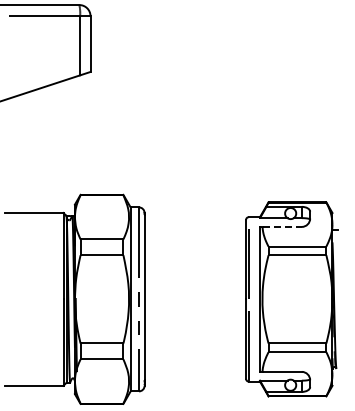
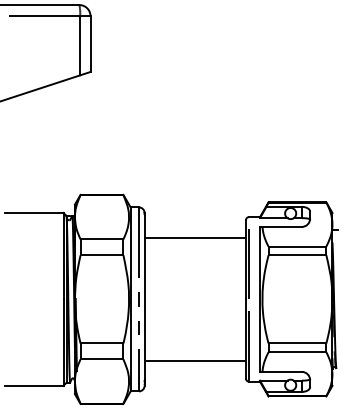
line at (282, 226): dashed -> solid
line at (195, 238): none -> present
line at (195, 360): none -> present
